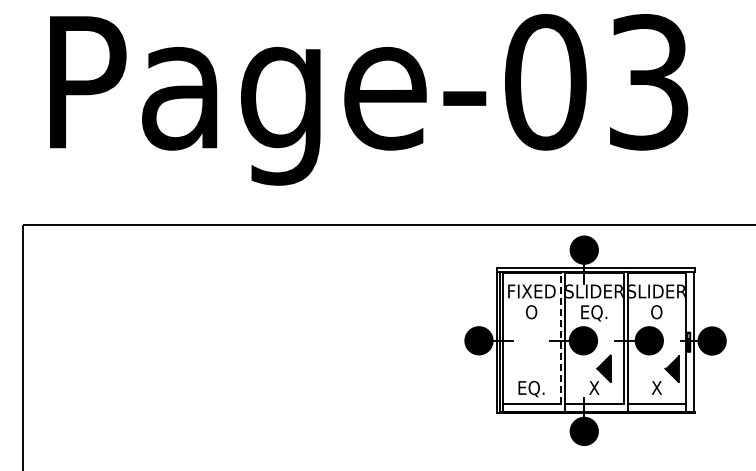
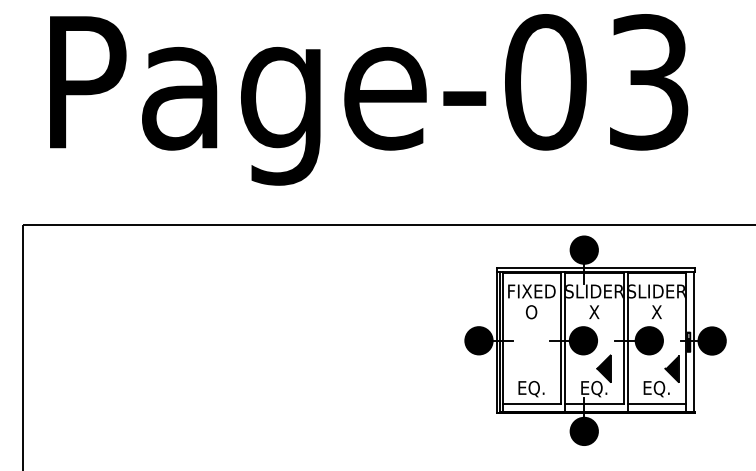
text at (656, 312): O -> X
text at (594, 313): EQ. -> X
line at (560, 338): dashed -> solid
text at (594, 388): X -> EQ.
text at (656, 388): X -> EQ.
